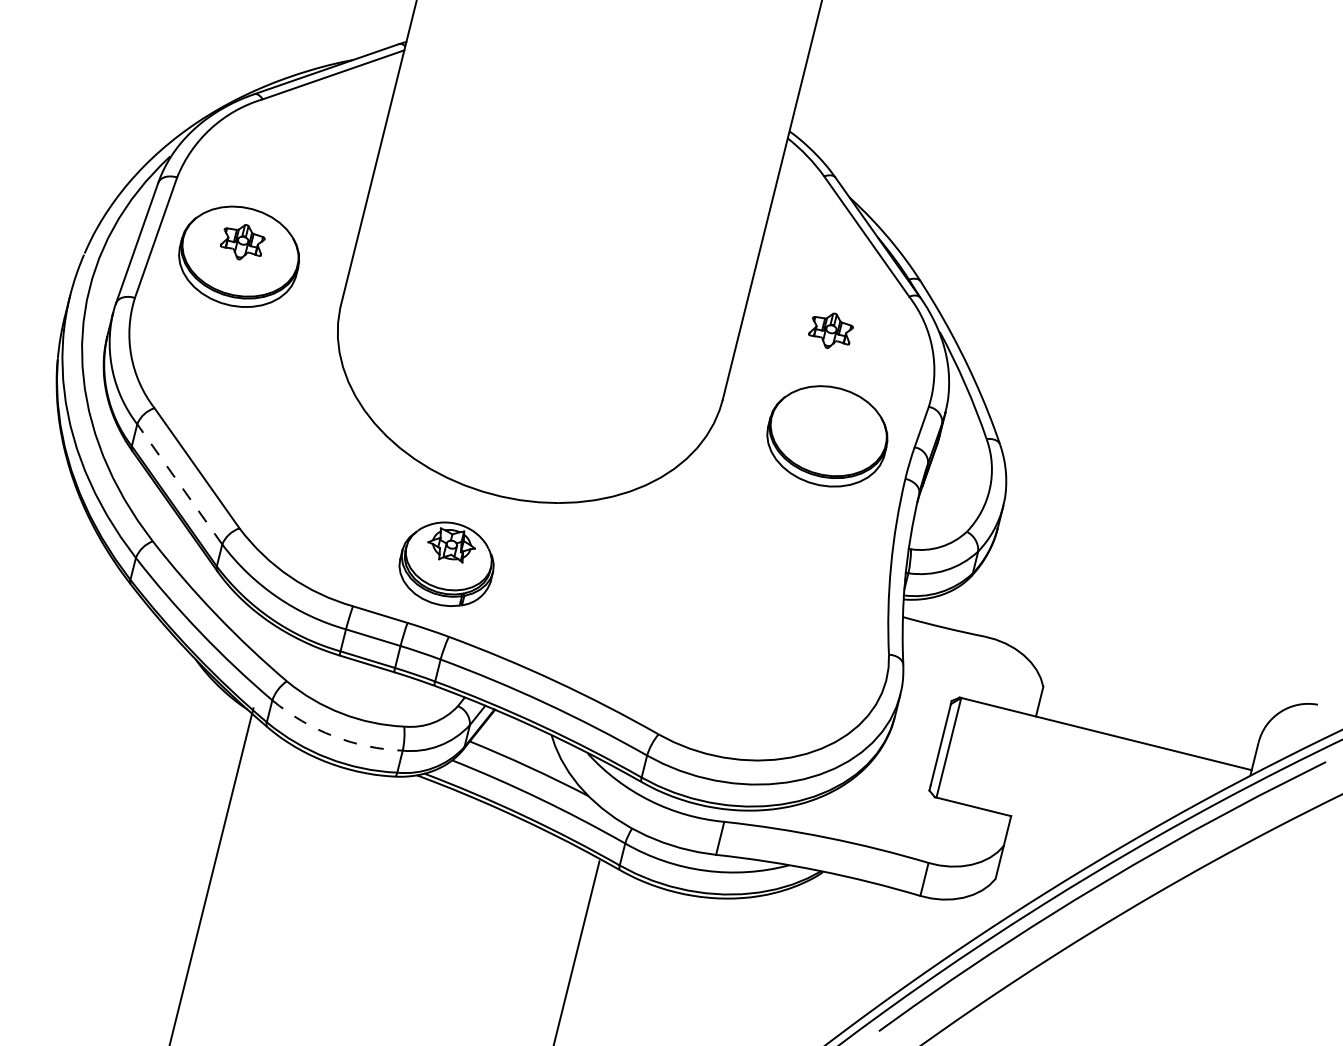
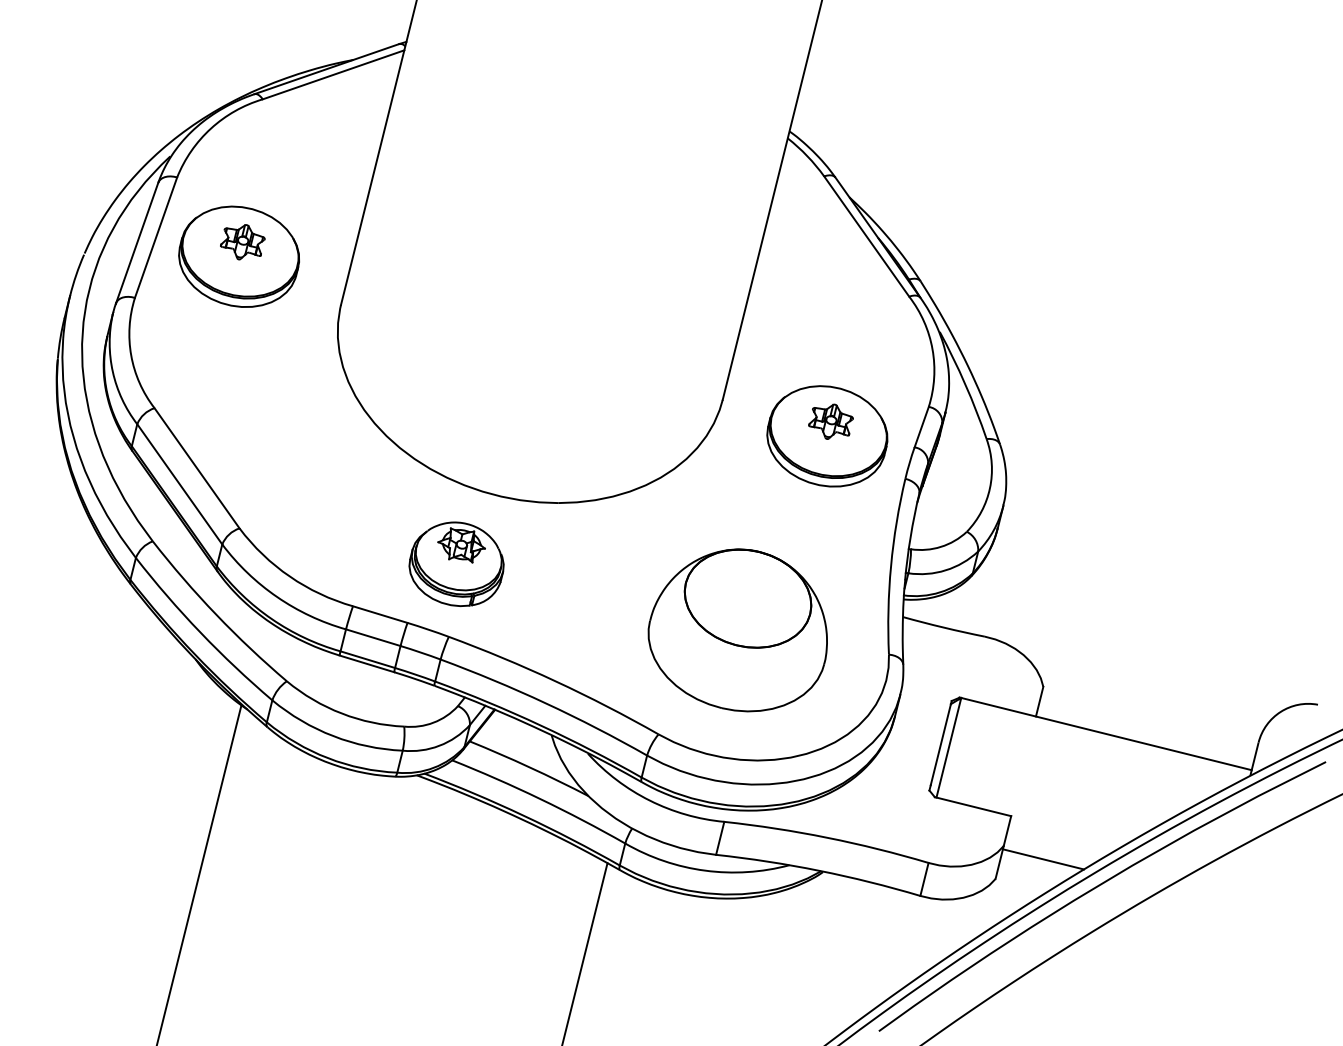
part at (830, 330) position: (830, 330) -> (830, 421)
line at (179, 484): dashed -> solid
part at (446, 563) position: (446, 563) -> (456, 563)
part at (737, 630): none -> present
arc at (333, 736): dashed -> solid
line at (1042, 859): none -> present
line at (211, 875) position: (211, 875) -> (199, 873)
line at (576, 951) position: (576, 951) -> (584, 952)
